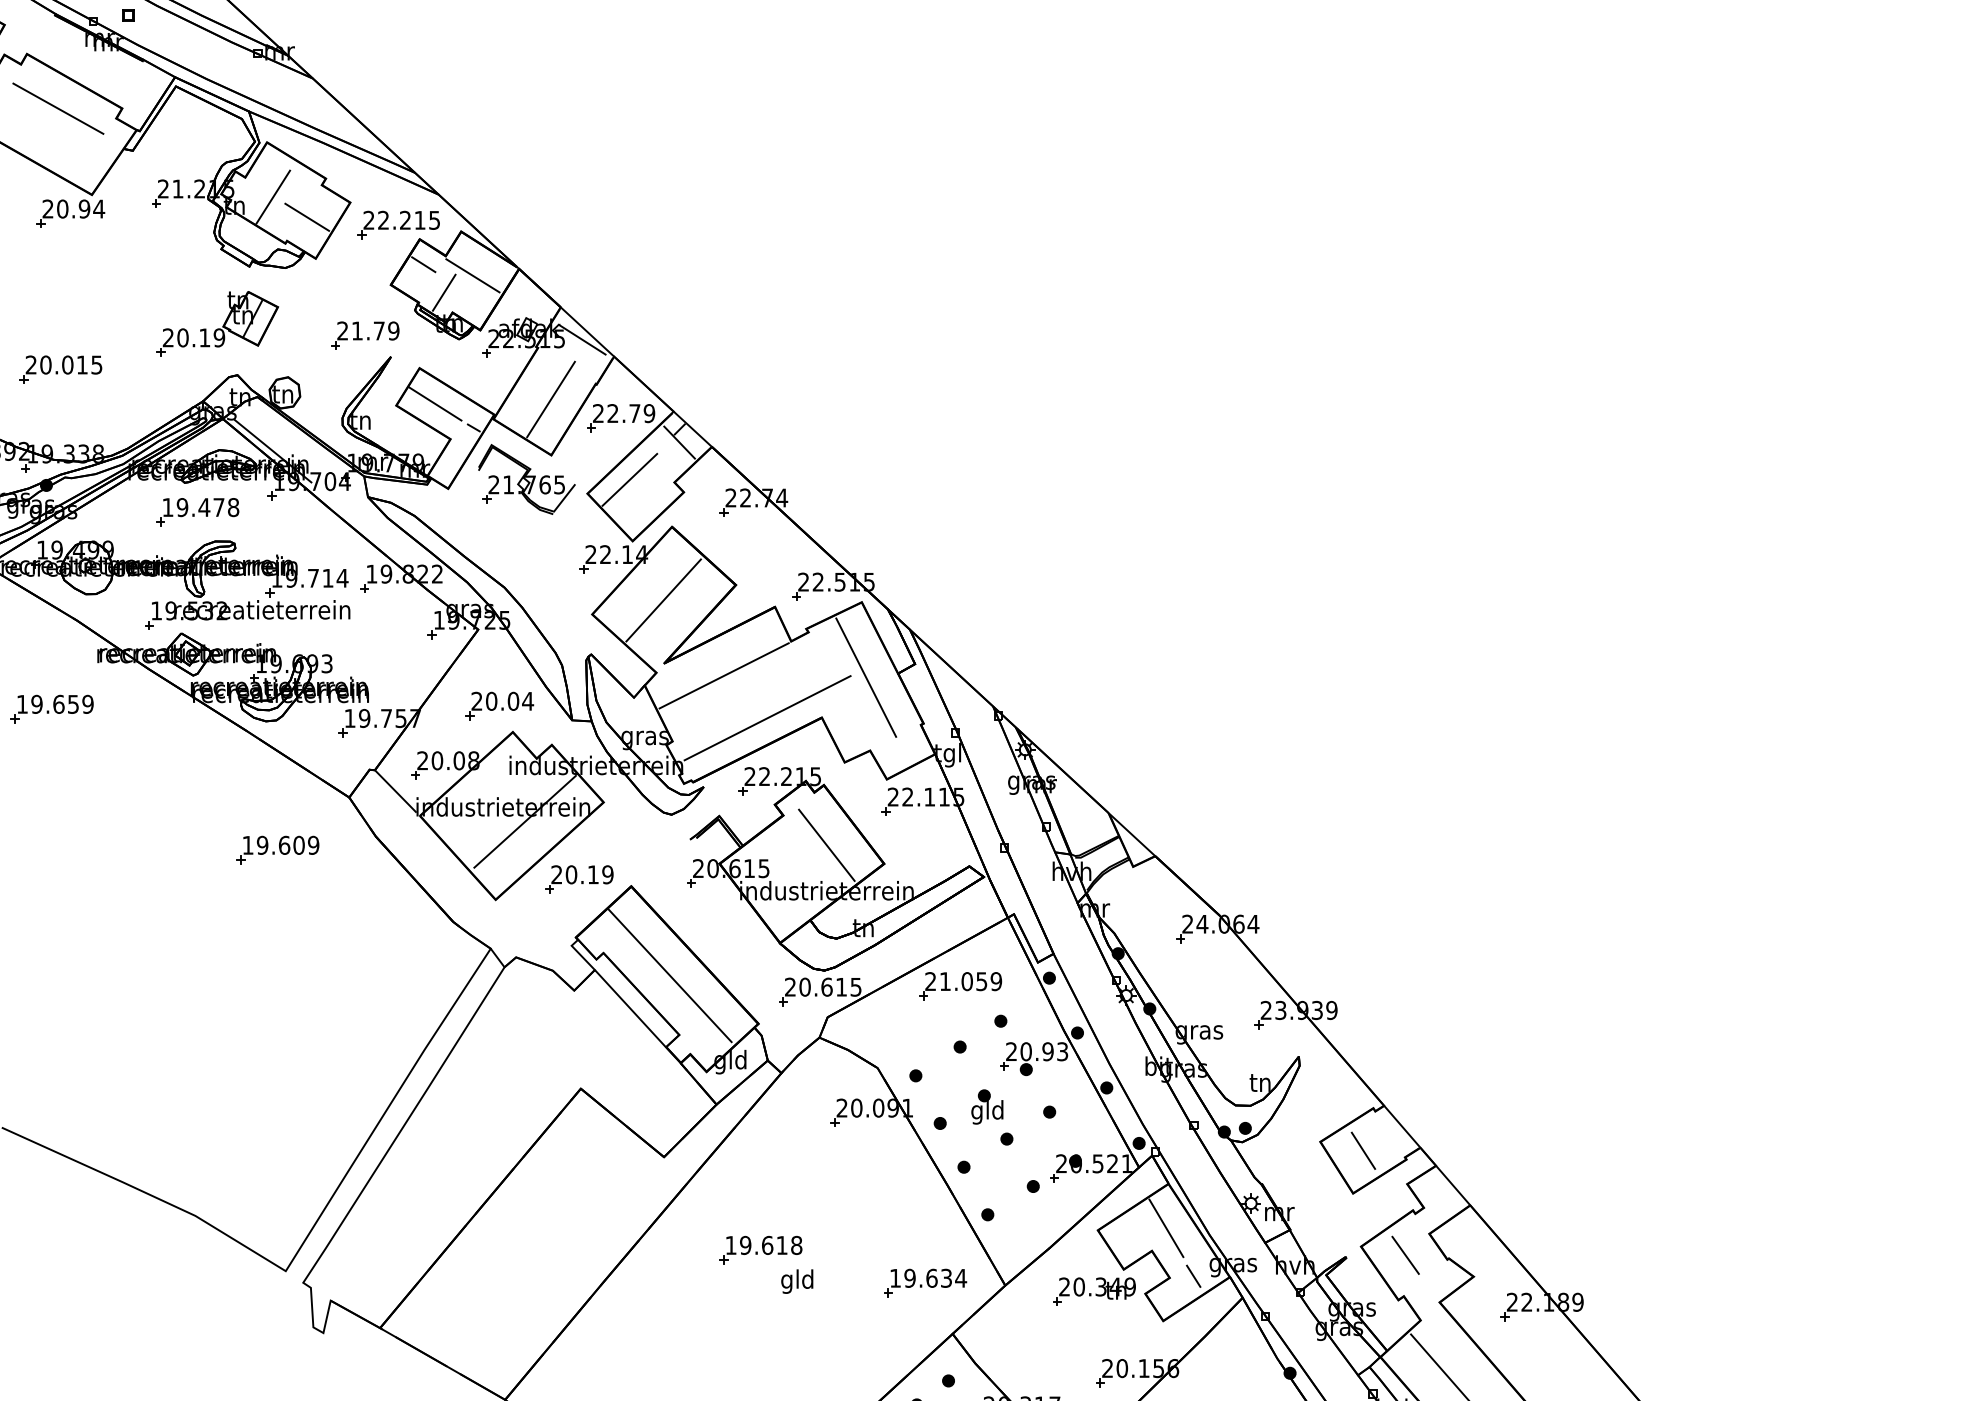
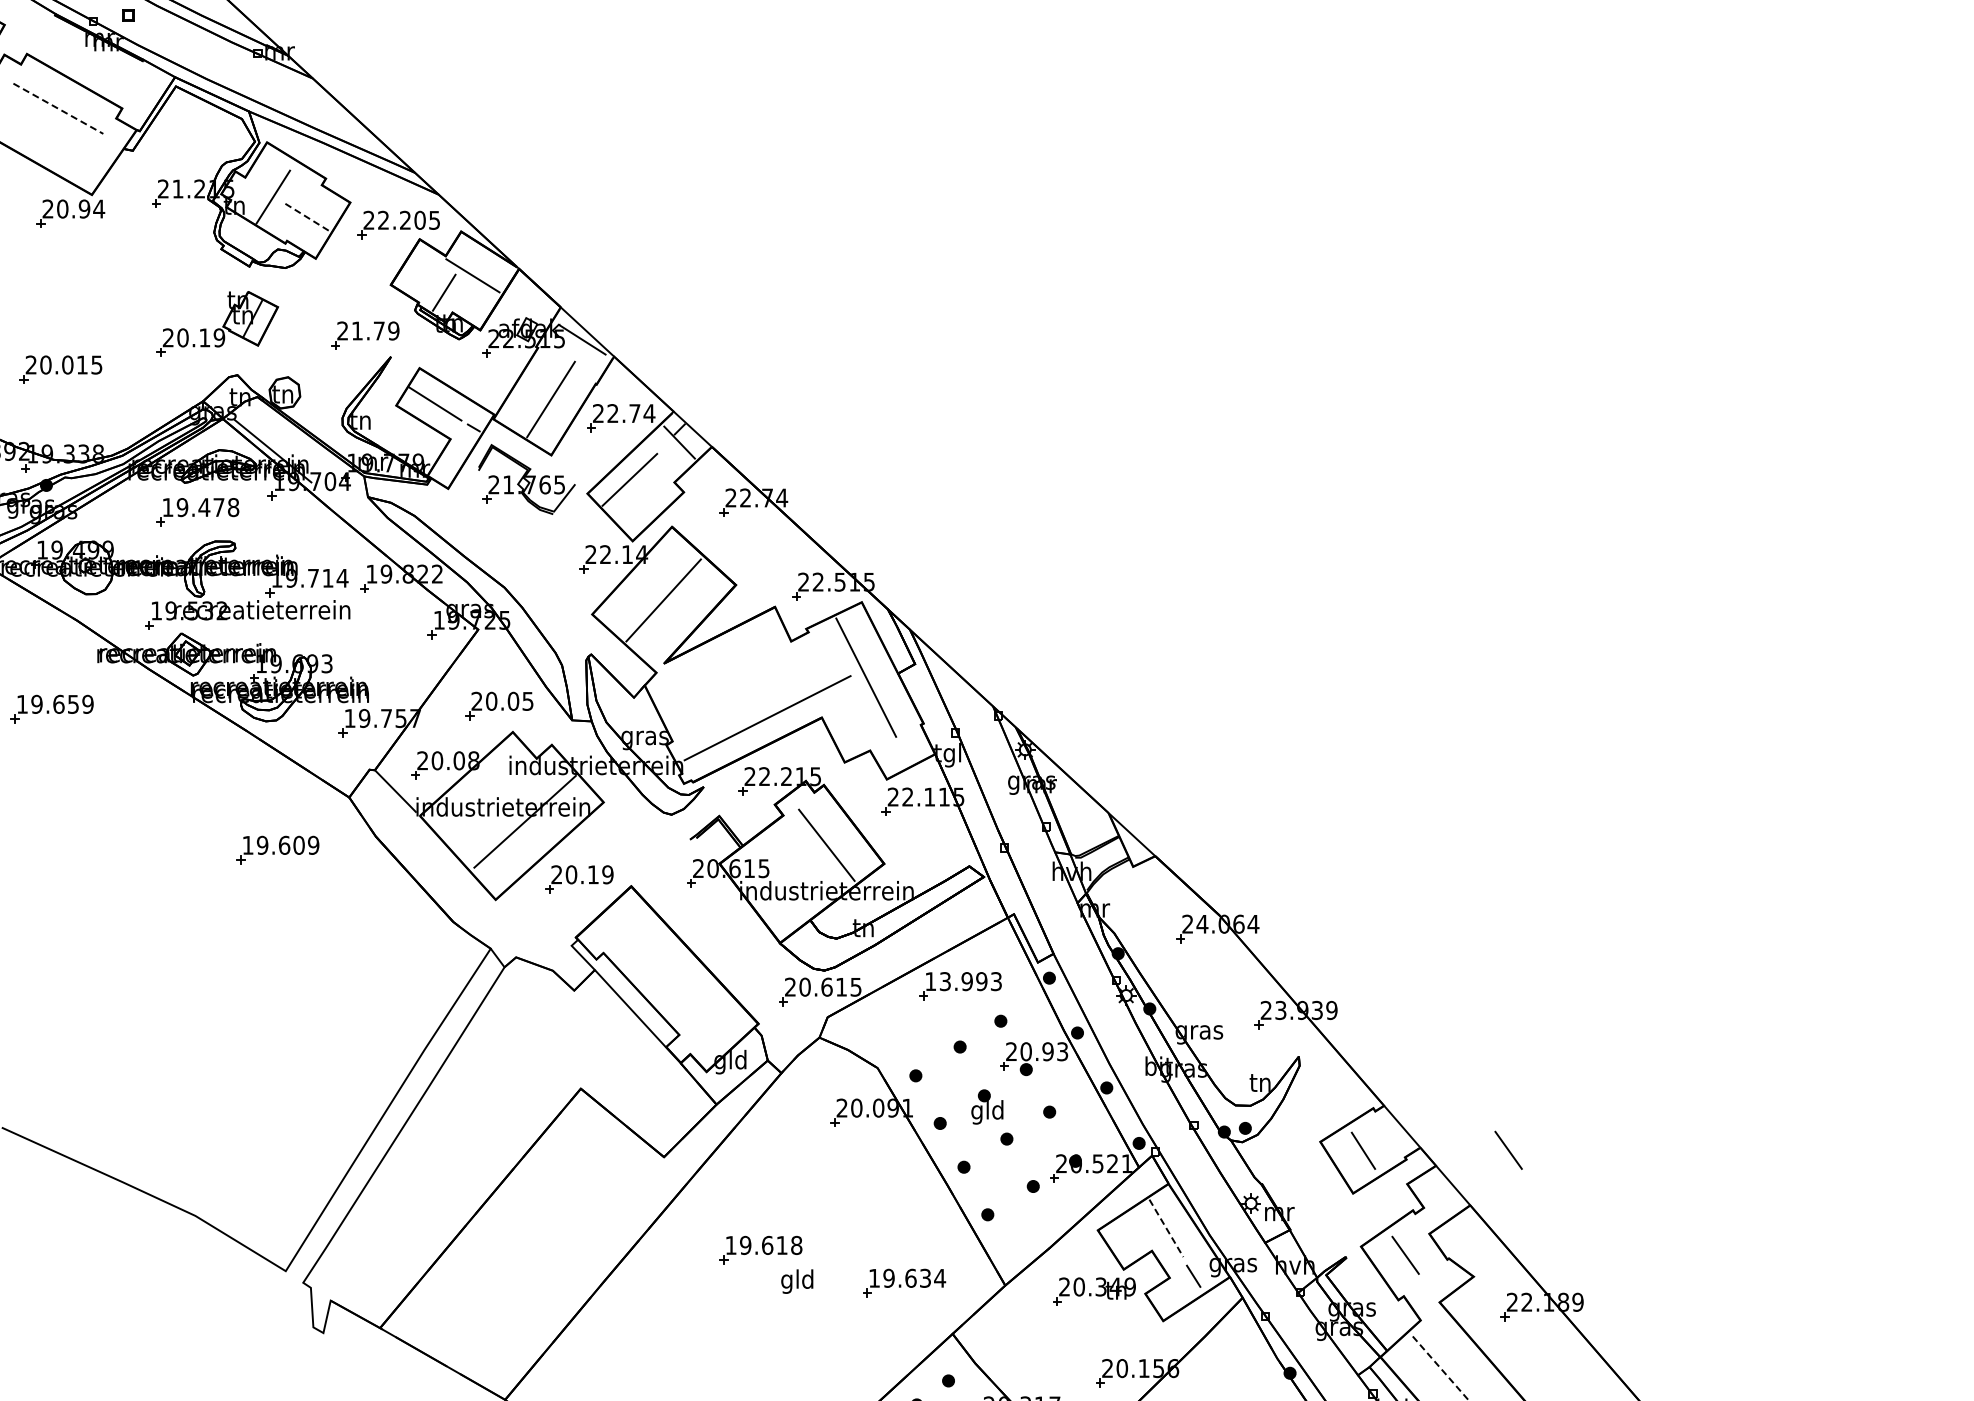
line at (58, 108): solid -> dashed
line at (307, 217): solid -> dashed
text at (419, 219): 22.215 -> 22.205
line at (423, 264): present -> none
text at (649, 413): 22.79 -> 22.74
line at (723, 675): present -> none
text at (528, 701): 20.04 -> 20.05
line at (669, 975): present -> none
text at (963, 981): 21.059 -> 13.993
line at (1508, 1149): none -> present
line at (1166, 1228): solid -> dashed
part at (925, 1282) position: (925, 1282) -> (904, 1282)
line at (1439, 1367): solid -> dashed
